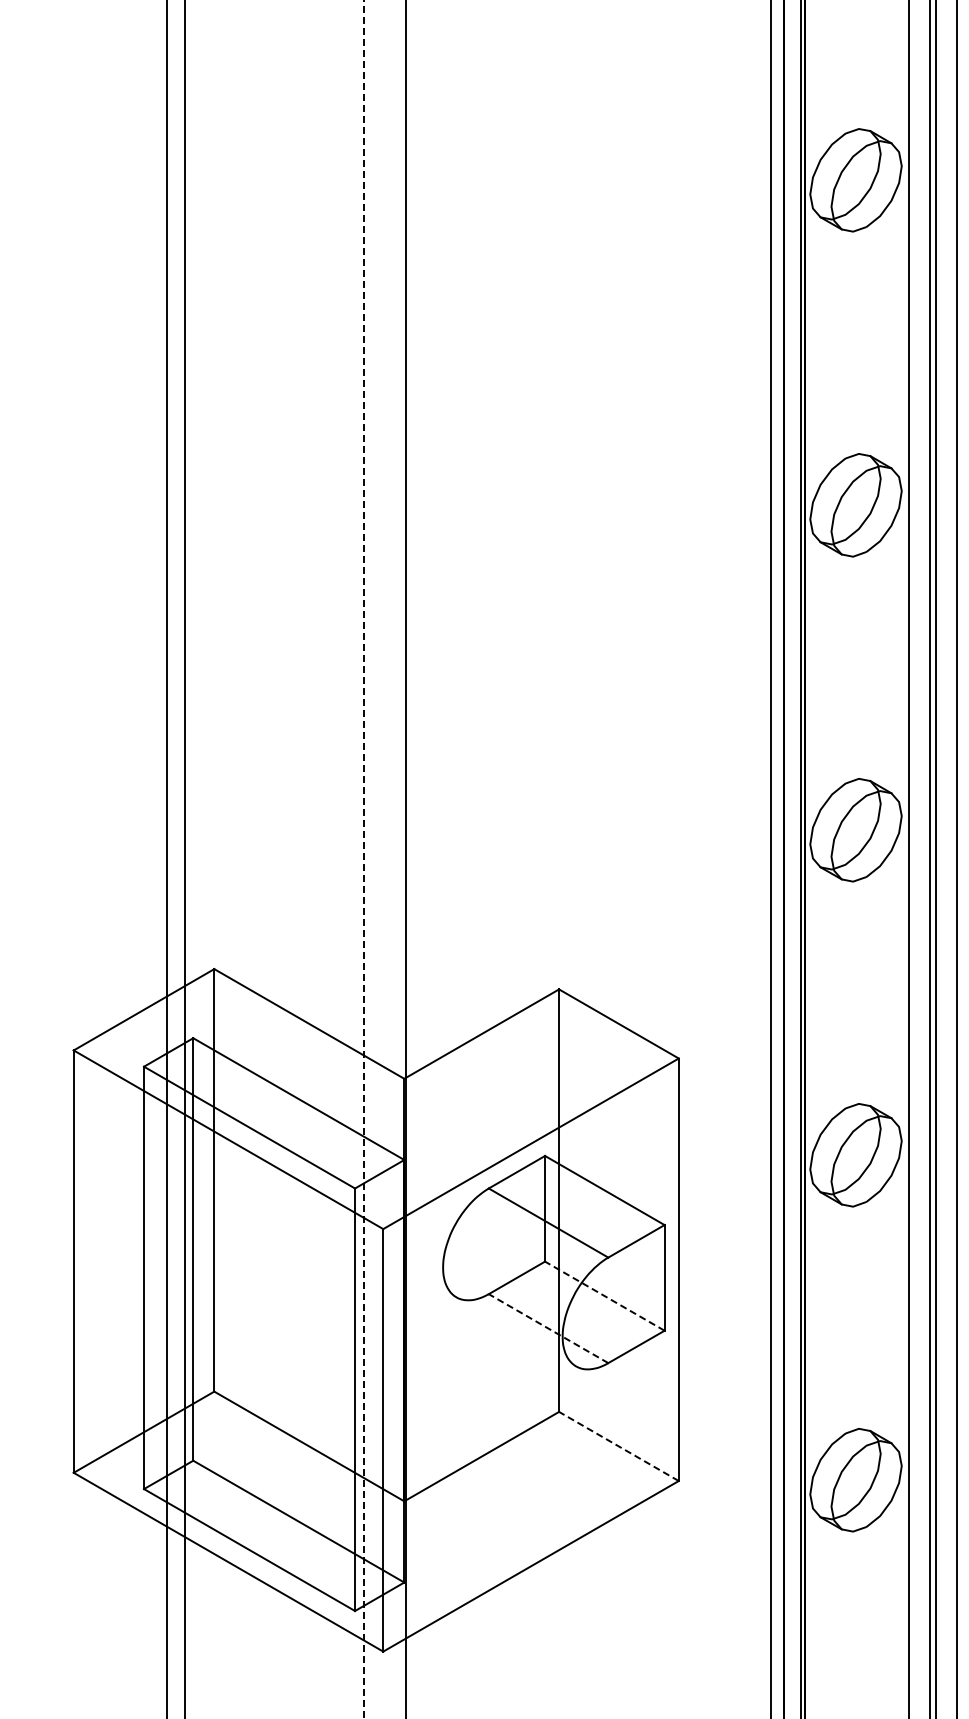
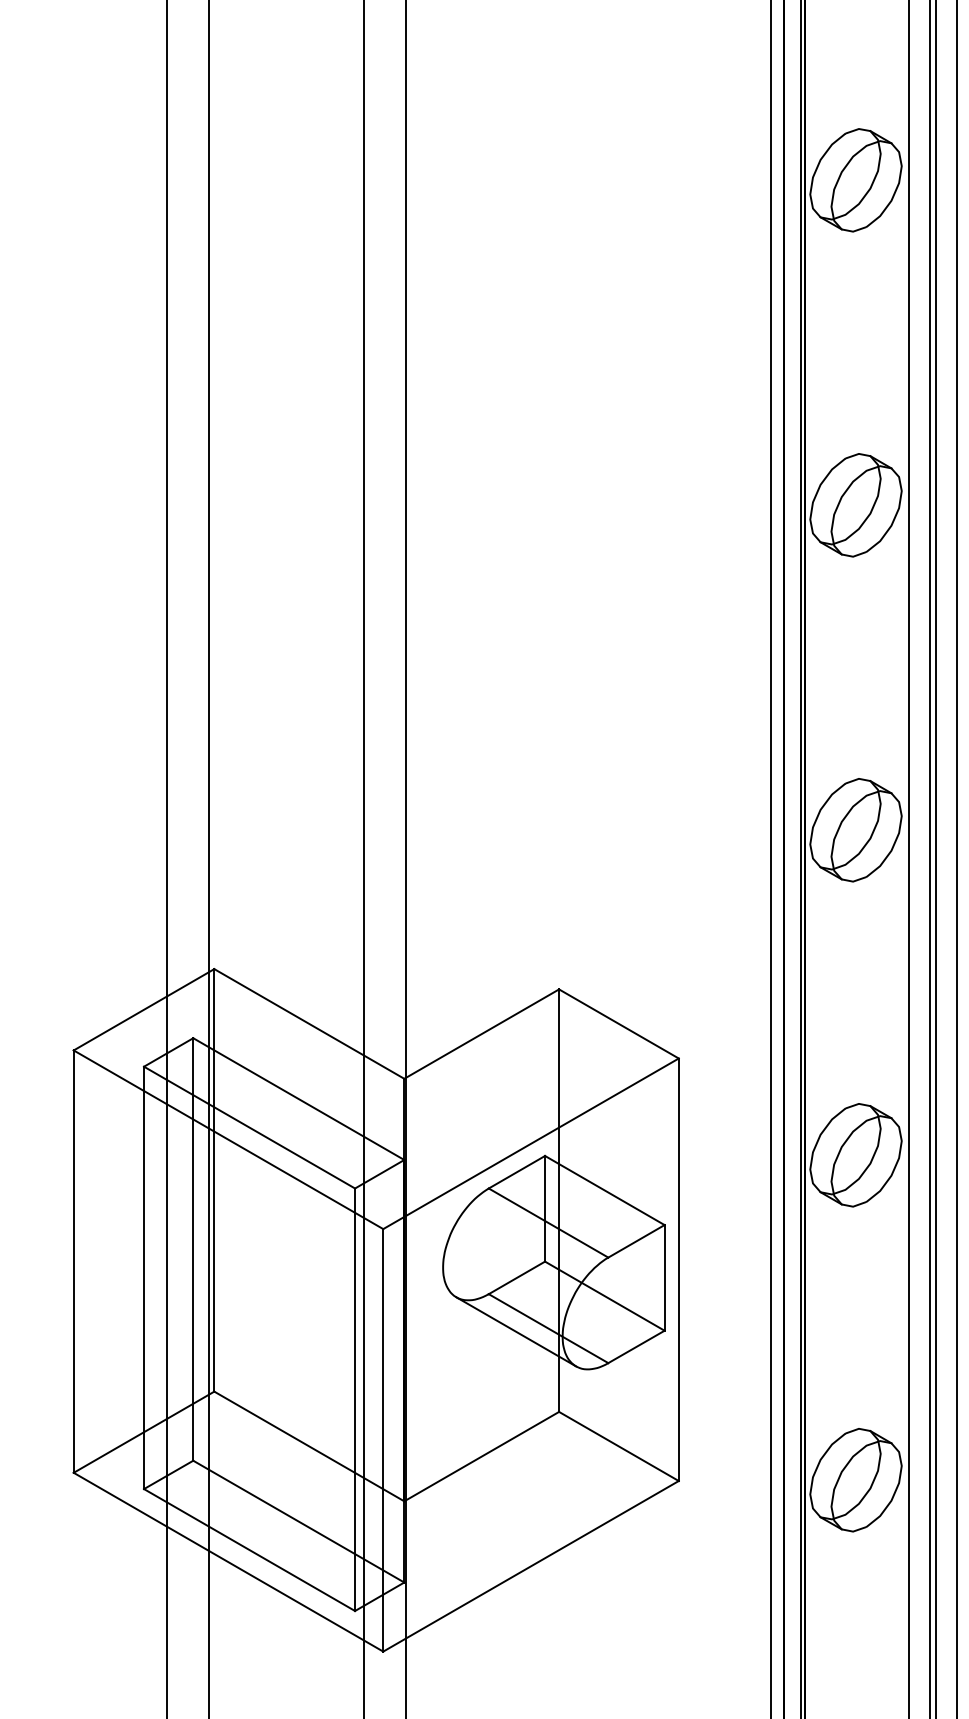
line at (185, 858) position: (185, 858) -> (209, 858)
line at (364, 860): dashed -> solid
line at (604, 1295): dashed -> solid
line at (548, 1328): dashed -> solid
line at (516, 1331): none -> present
line at (618, 1446): dashed -> solid
